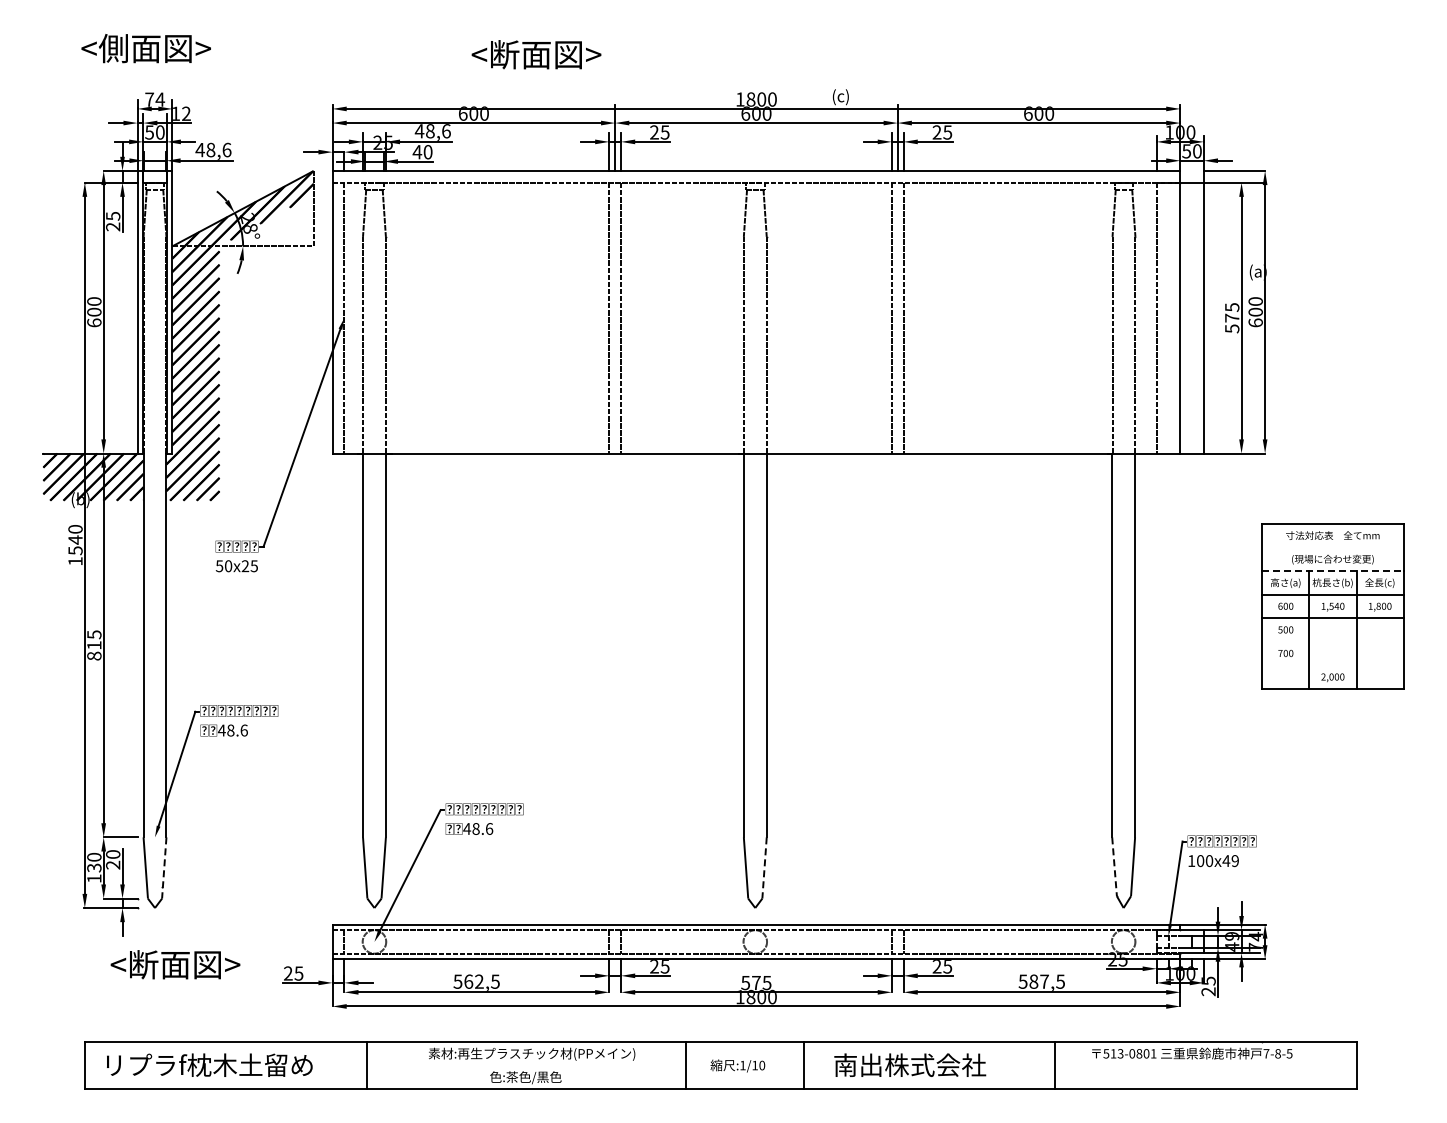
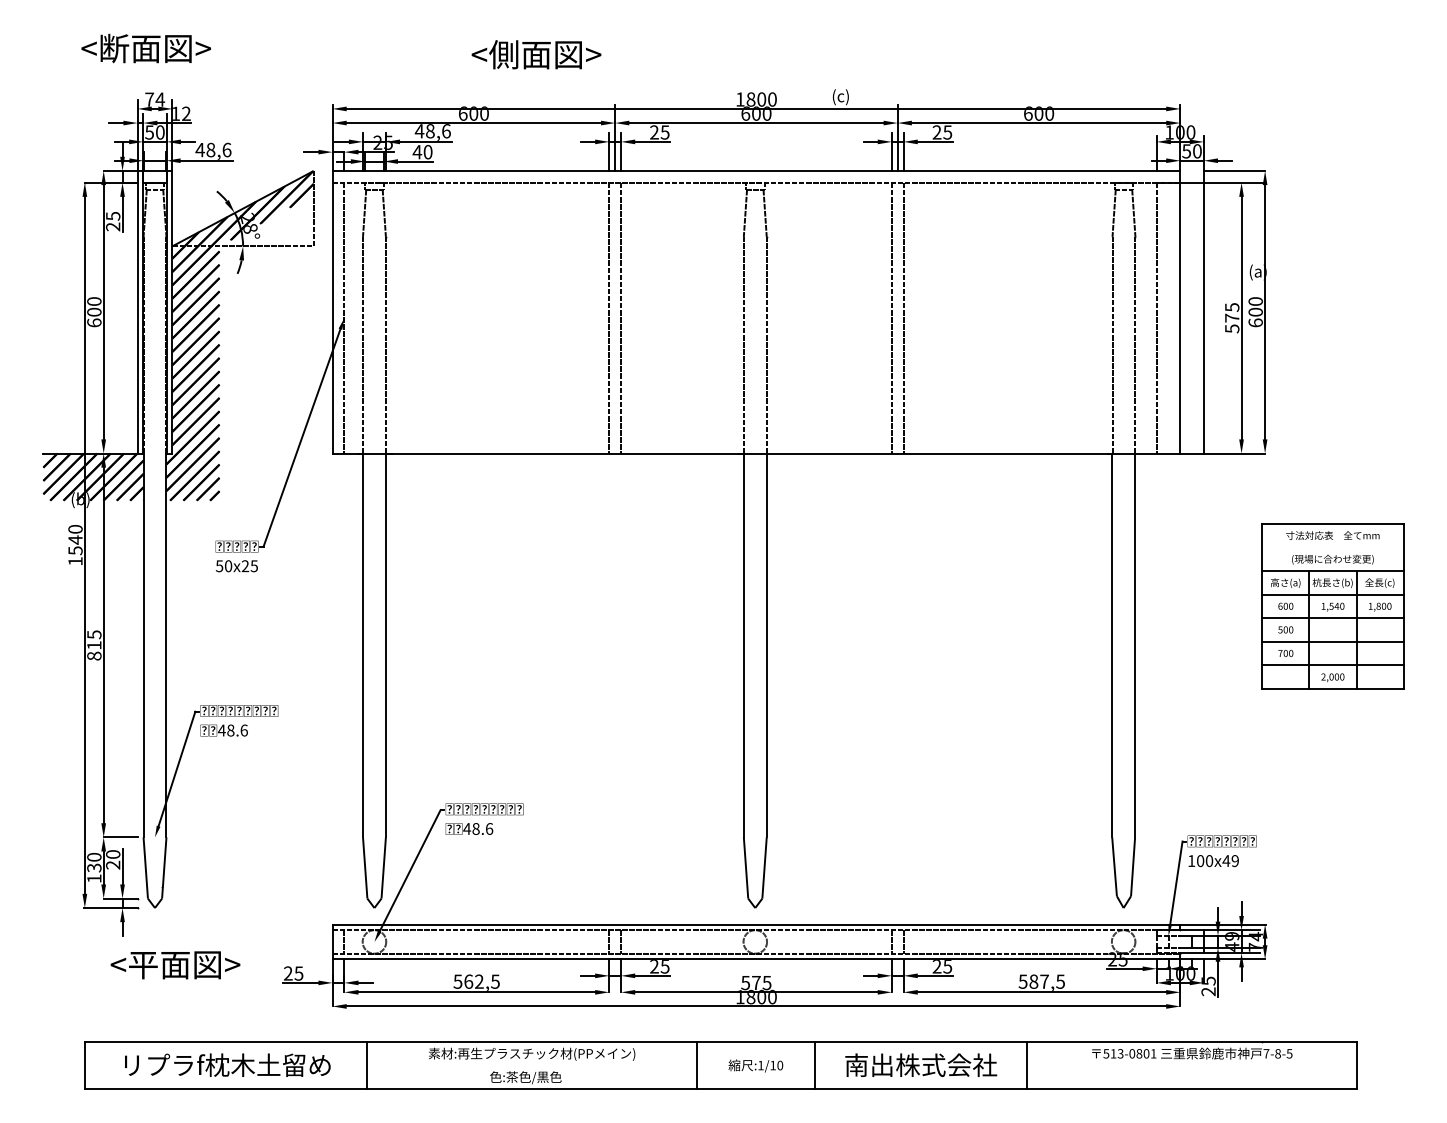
text at (113, 48): <側面図> -> <断面図>
text at (504, 54): <断面図> -> <側面図>
line at (1332, 571): dashed -> solid
line at (1332, 641): none -> present
line at (1332, 665): none -> present
line at (1114, 867): dashed -> solid
line at (164, 868): dashed -> solid
line at (764, 868): dashed -> solid
text at (143, 964): <断面図> -> <平面図>
text at (209, 1064) position: (209, 1064) -> (227, 1064)
text at (910, 1064) position: (910, 1064) -> (921, 1064)
line at (686, 1065) position: (686, 1065) -> (697, 1065)
text at (737, 1065) position: (737, 1065) -> (755, 1065)
line at (803, 1065) position: (803, 1065) -> (814, 1065)
line at (1054, 1065) position: (1054, 1065) -> (1026, 1065)
